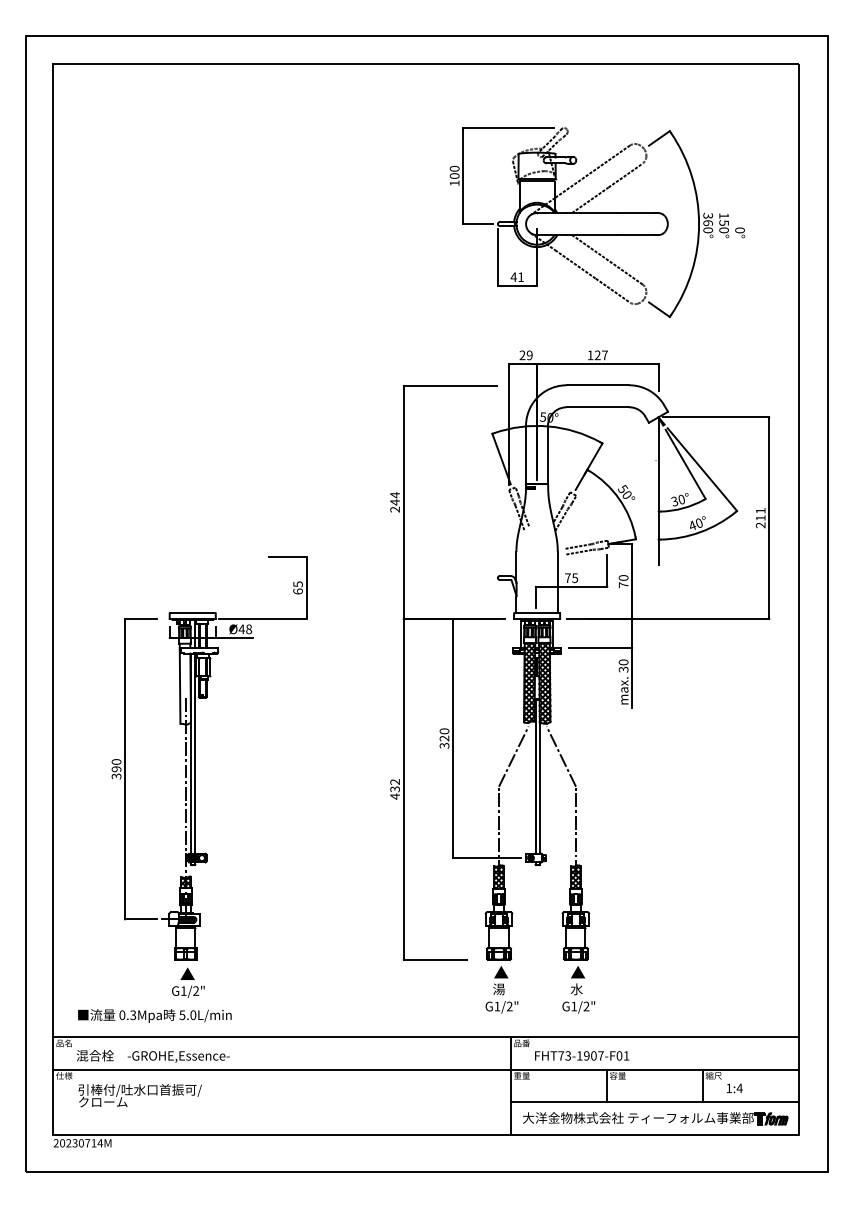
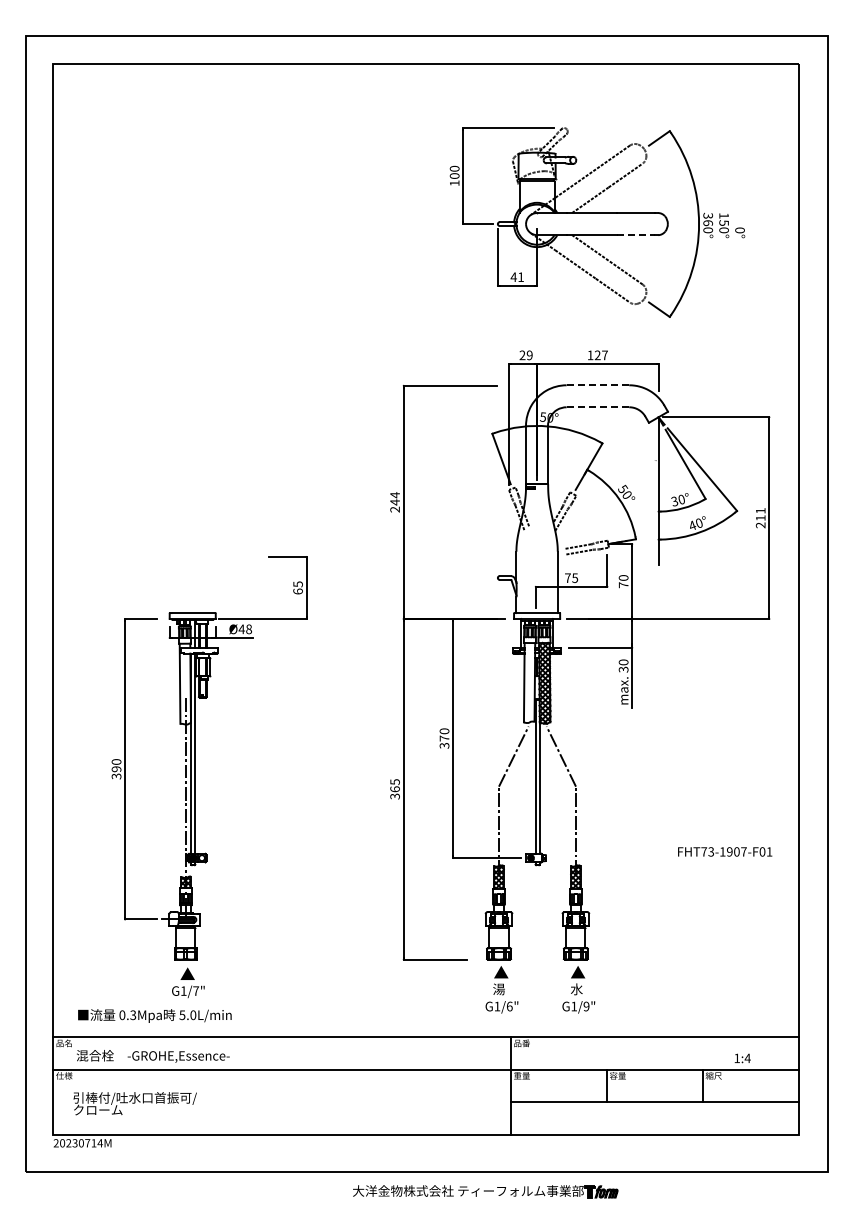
line at (636, 235): solid -> dashed
line at (597, 385): solid -> dashed
line at (598, 407): solid -> dashed
hatch at (529, 683): present -> none
text at (444, 738): 320 -> 370
text at (394, 789): 432 -> 365
text at (196, 990): G1/2" -> G1/7"
text at (509, 1006): G1/2" -> G1/6"
text at (586, 1006): G1/2" -> G1/9"
text at (582, 1055) position: (582, 1055) -> (725, 851)
text at (734, 1088) position: (734, 1088) -> (742, 1058)
text at (139, 1095) position: (139, 1095) -> (134, 1103)
part at (655, 1118) position: (655, 1118) -> (485, 1191)
